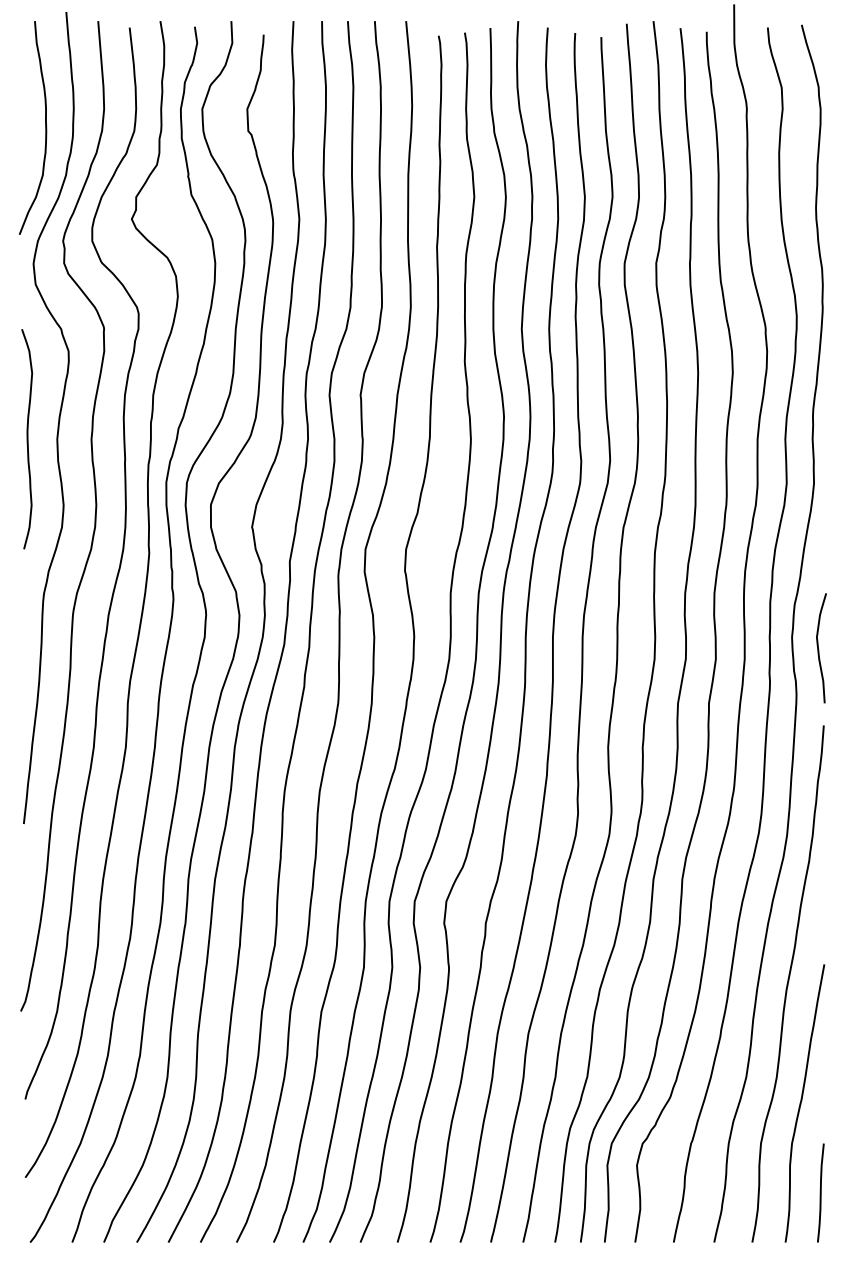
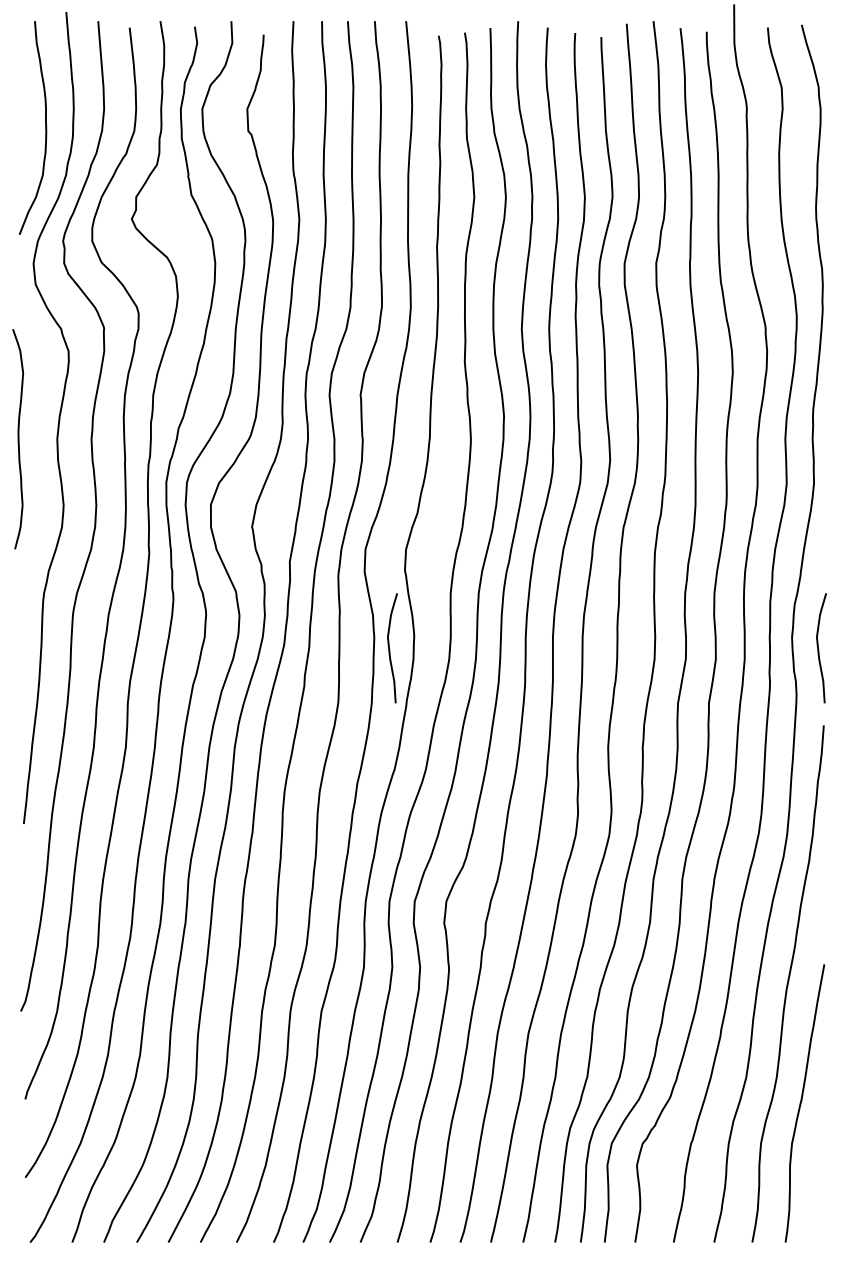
curve at (27, 439) position: (27, 439) -> (18, 439)
curve at (390, 649): none -> present
line at (820, 1192): present -> none
